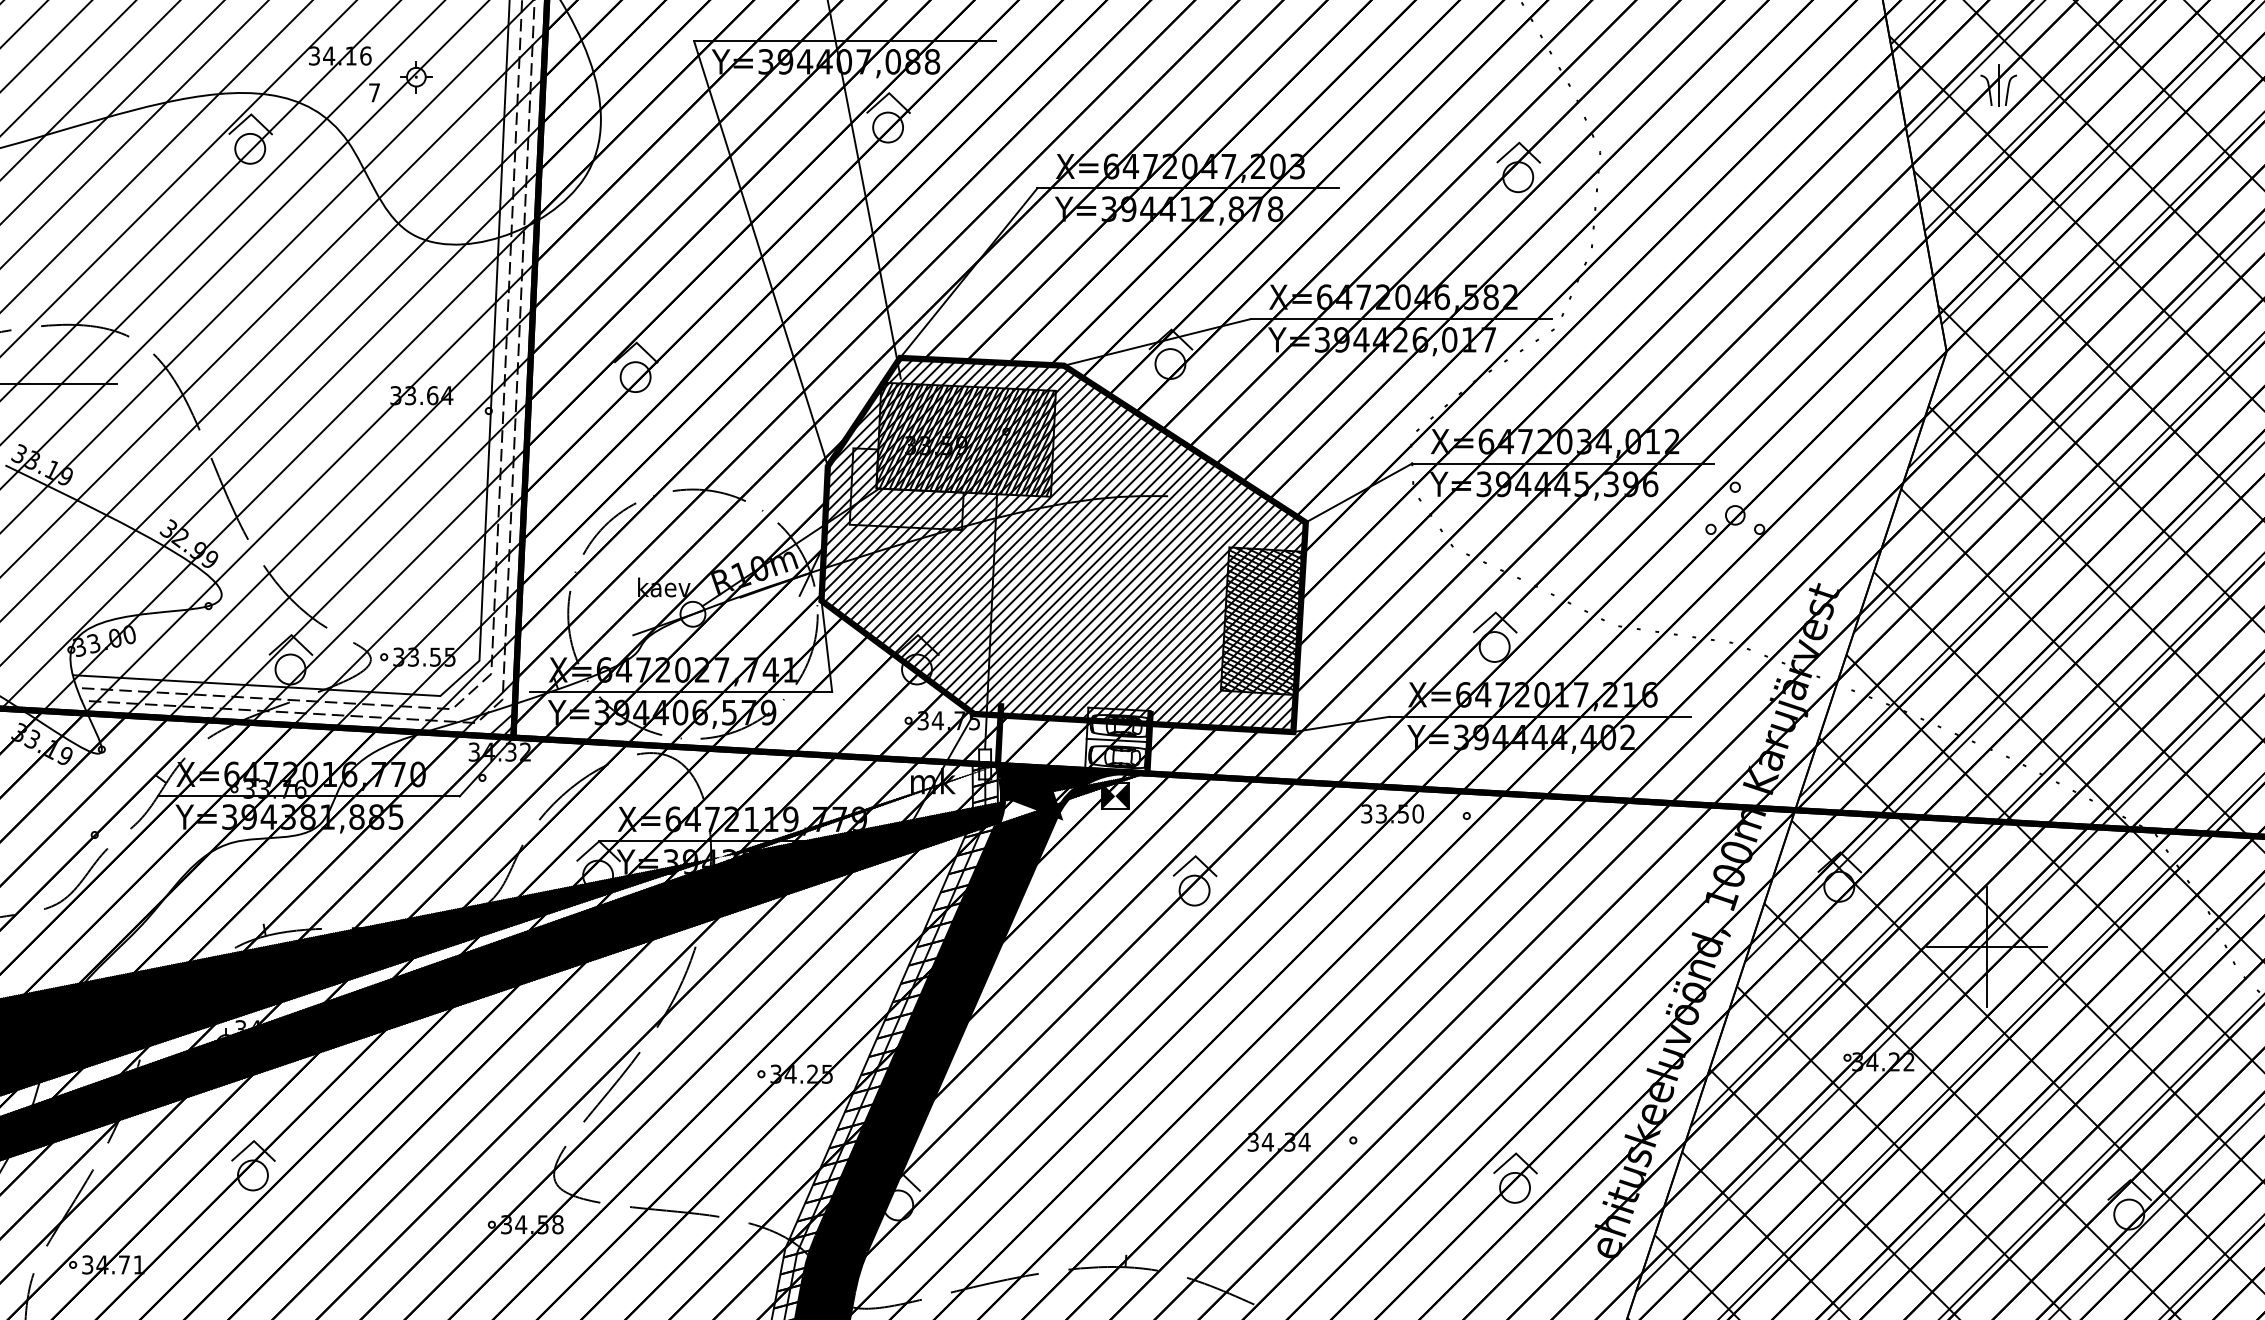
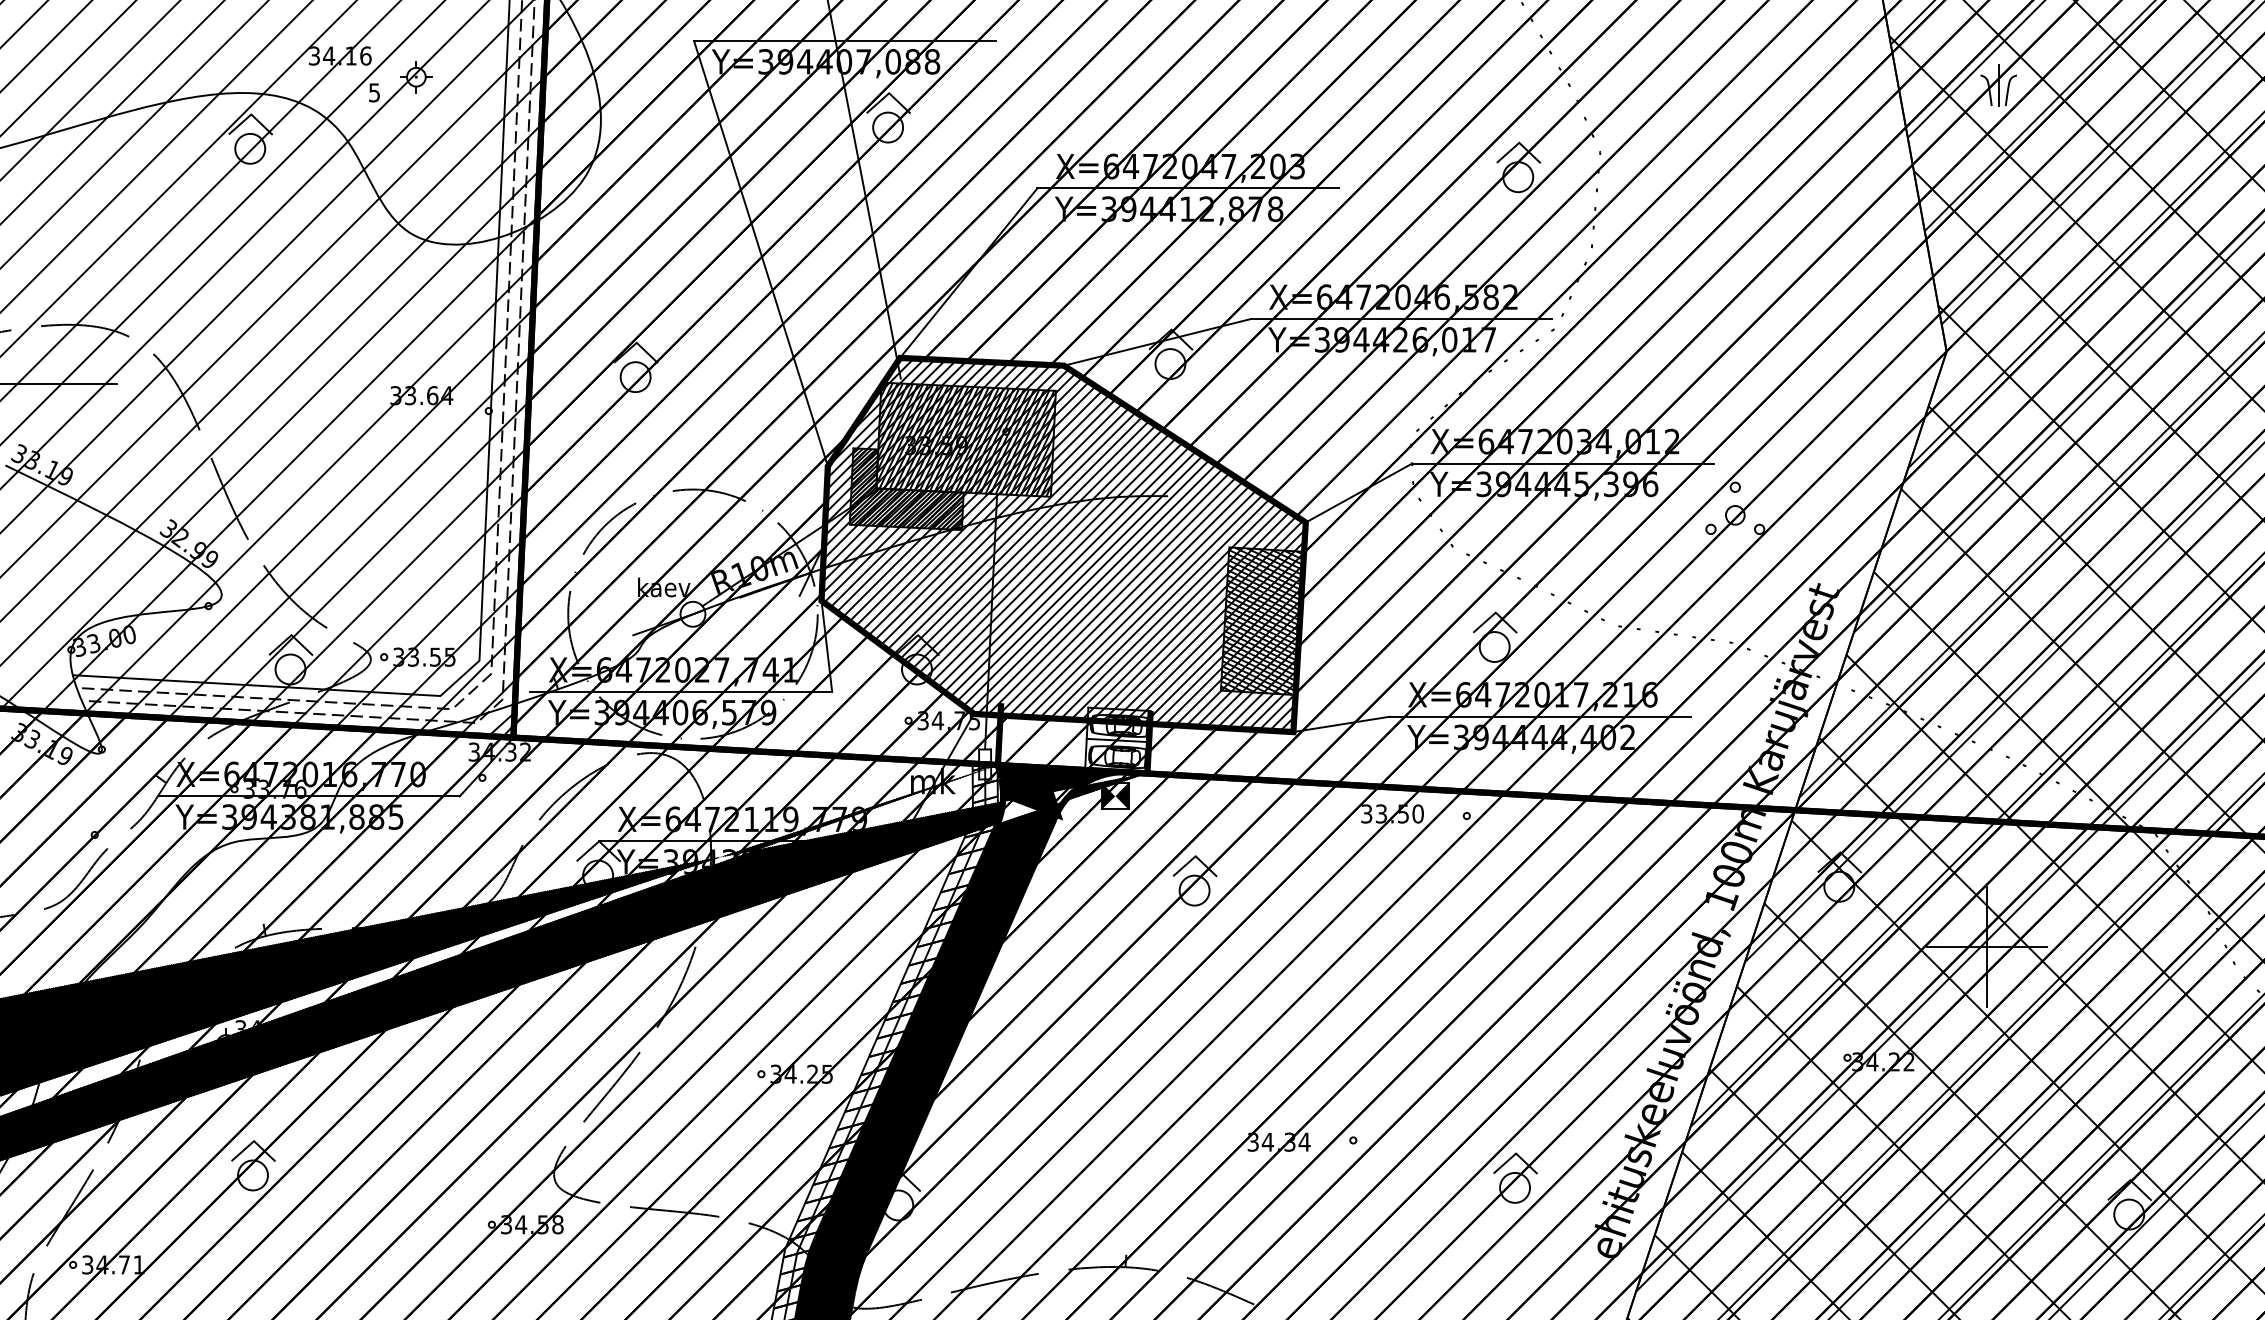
text at (374, 92): 7 -> 5
hatch at (906, 488): none -> present
